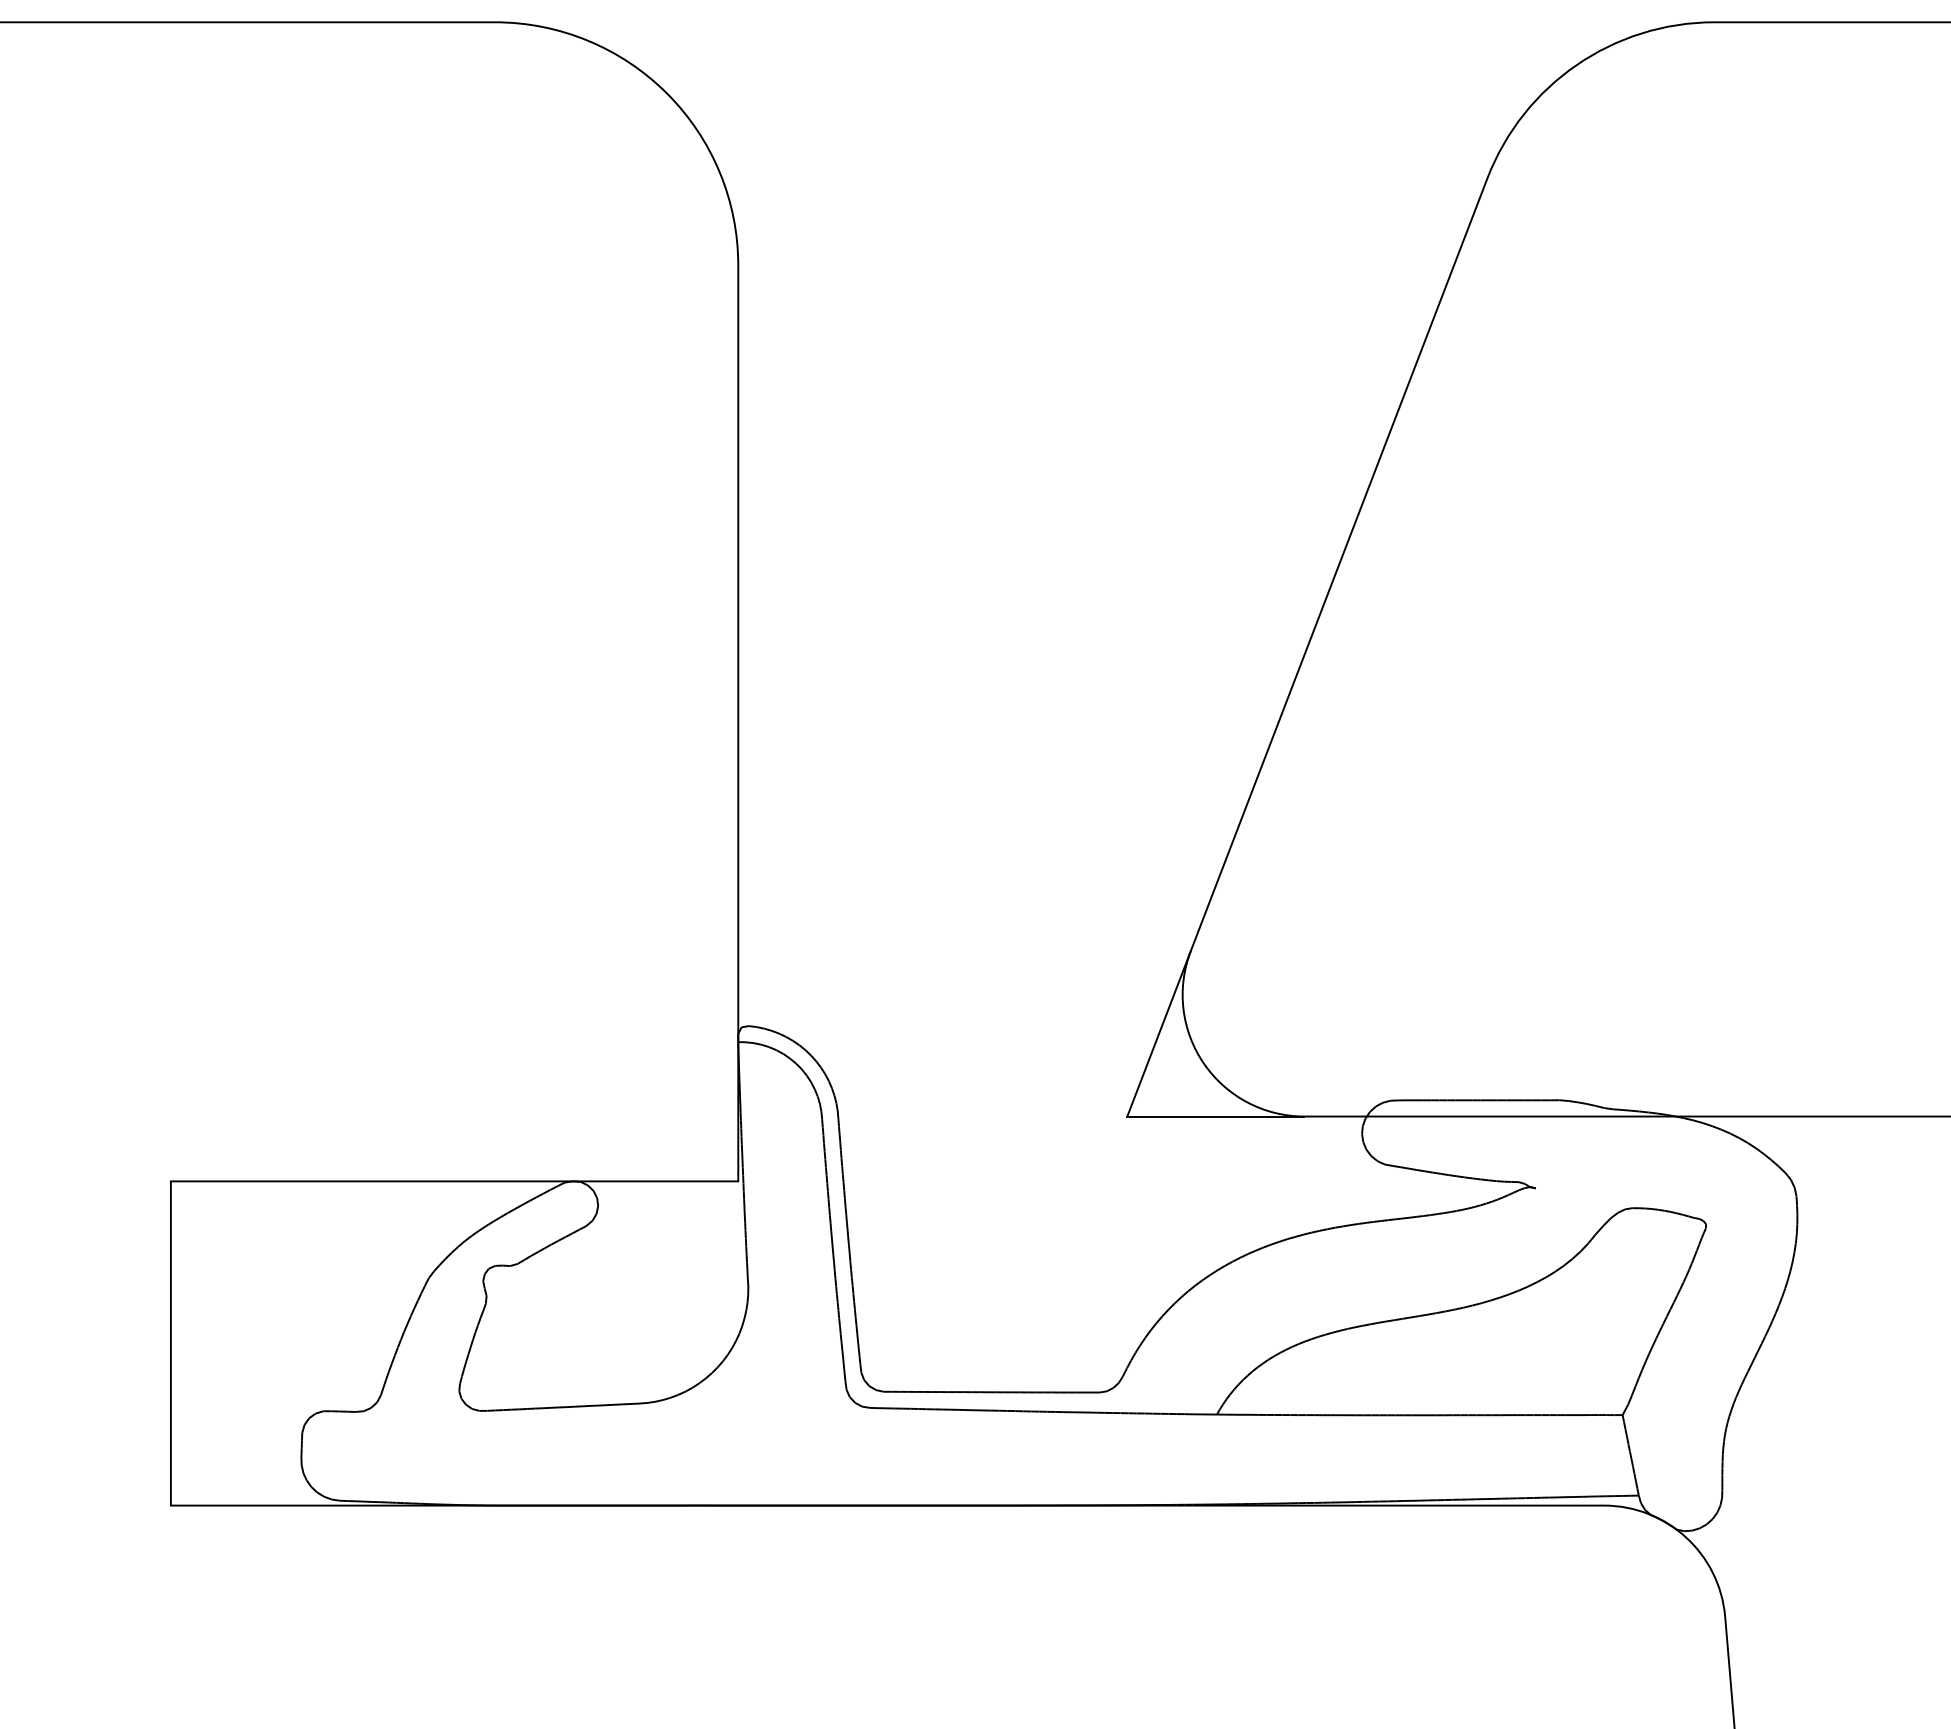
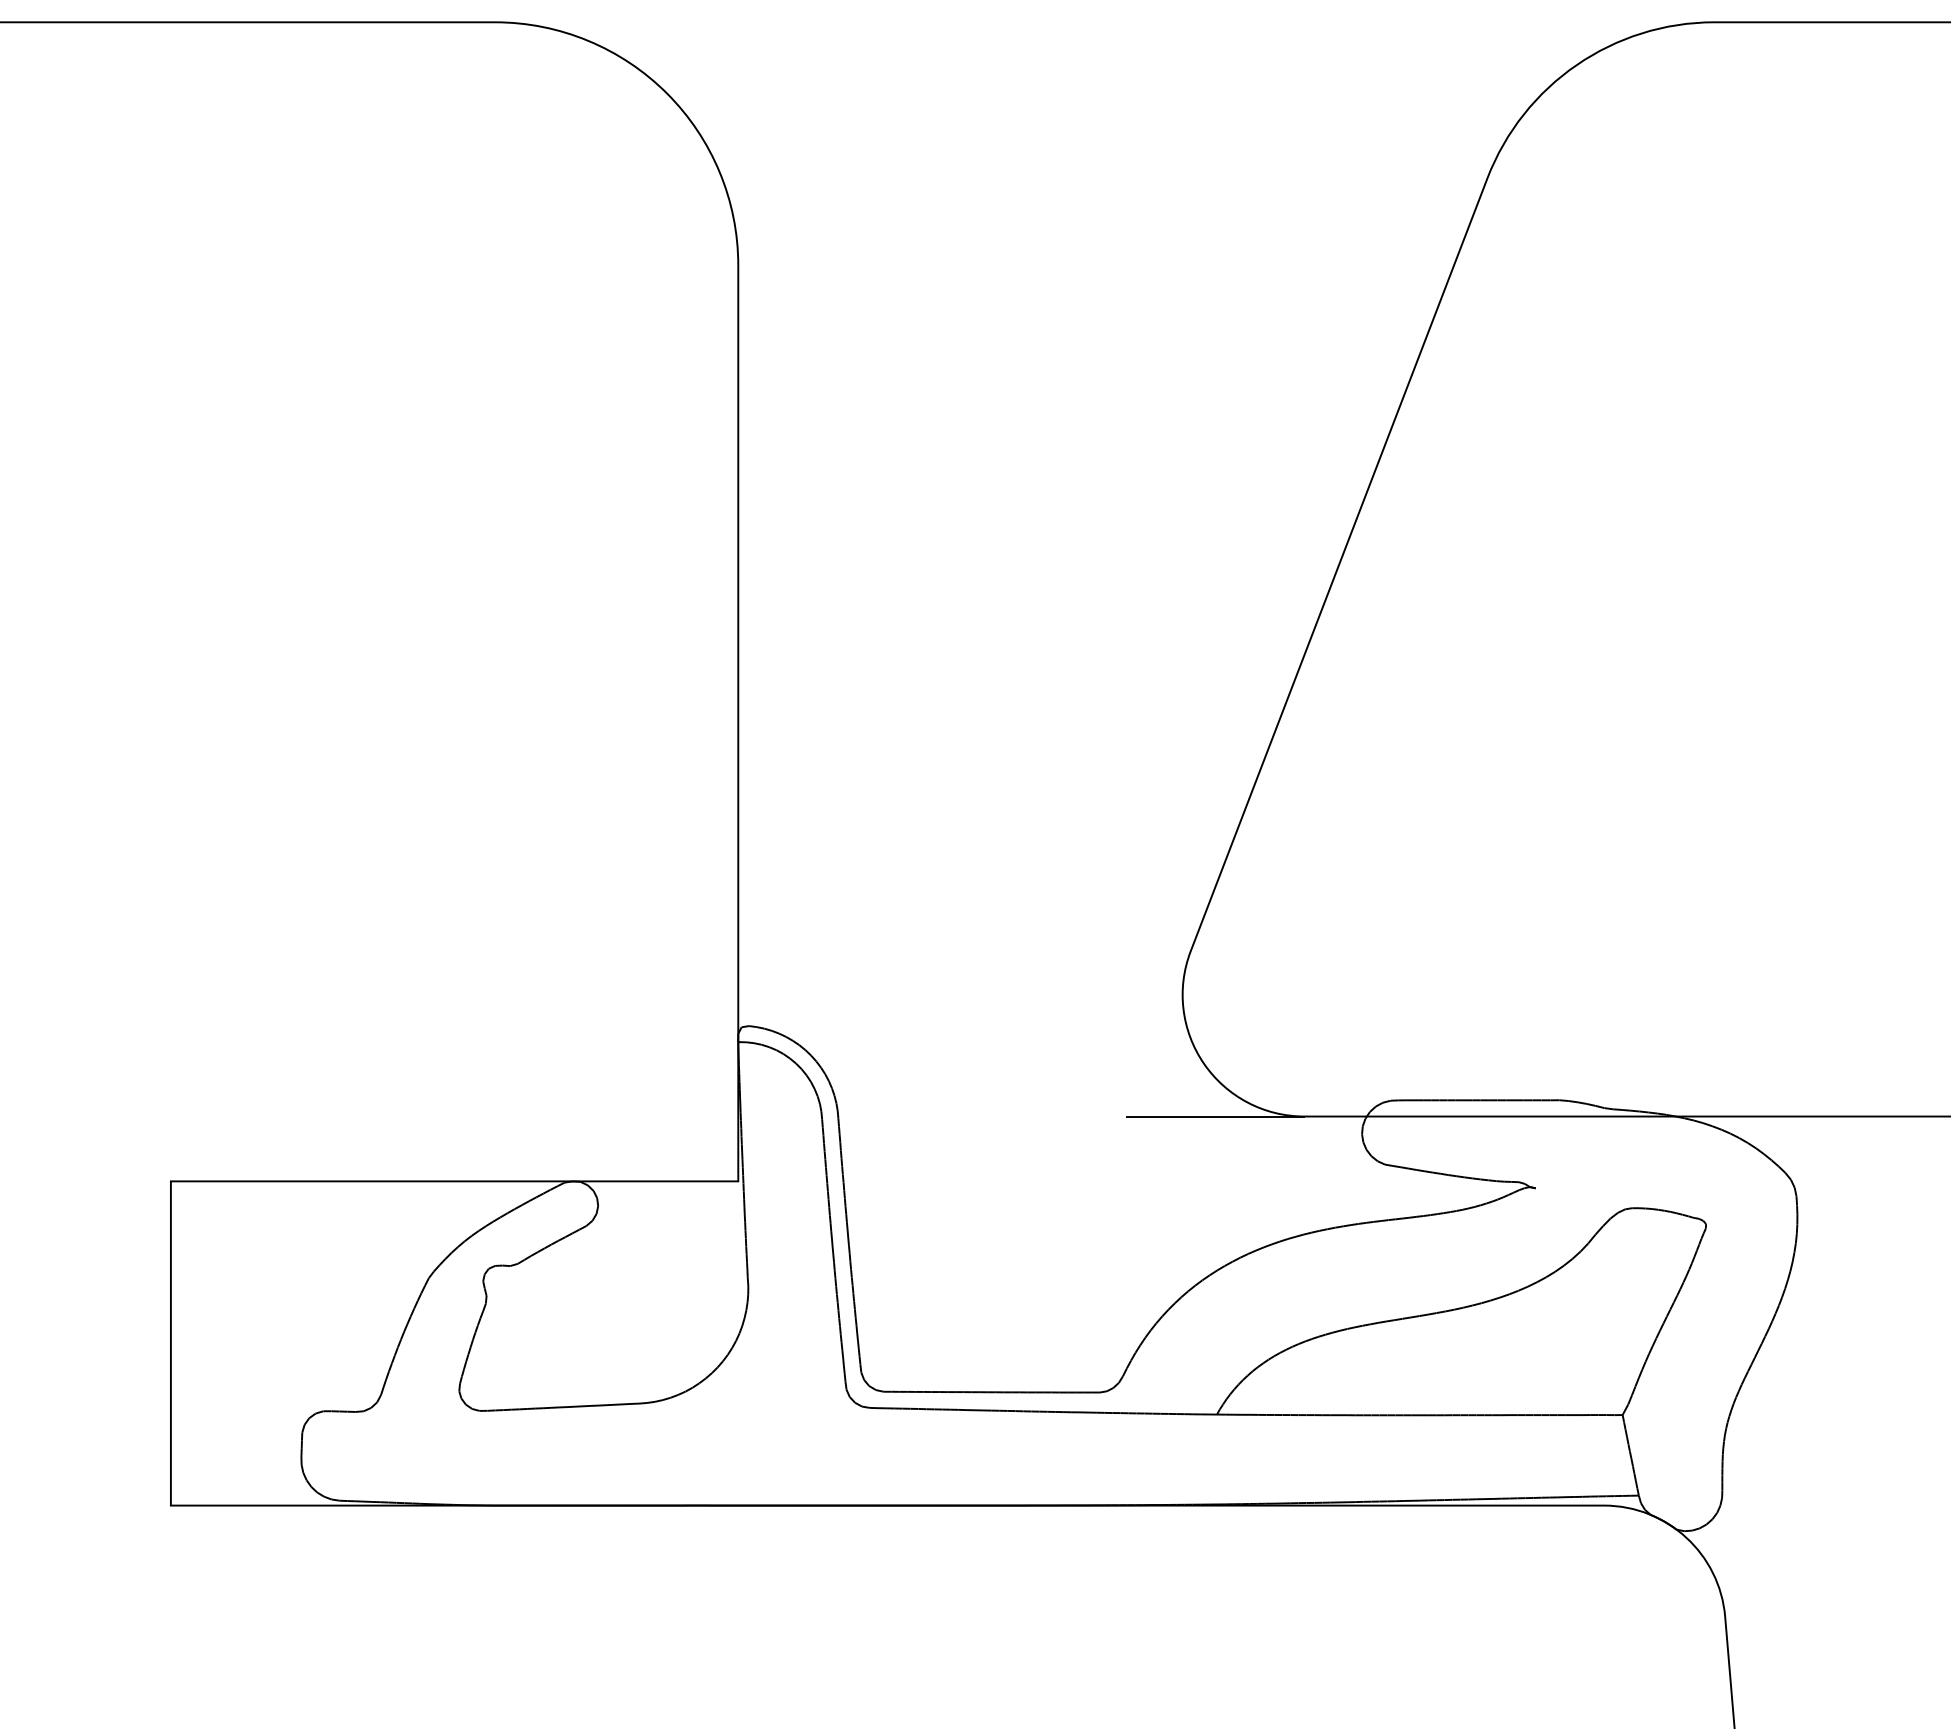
line at (1158, 1033): present -> none
